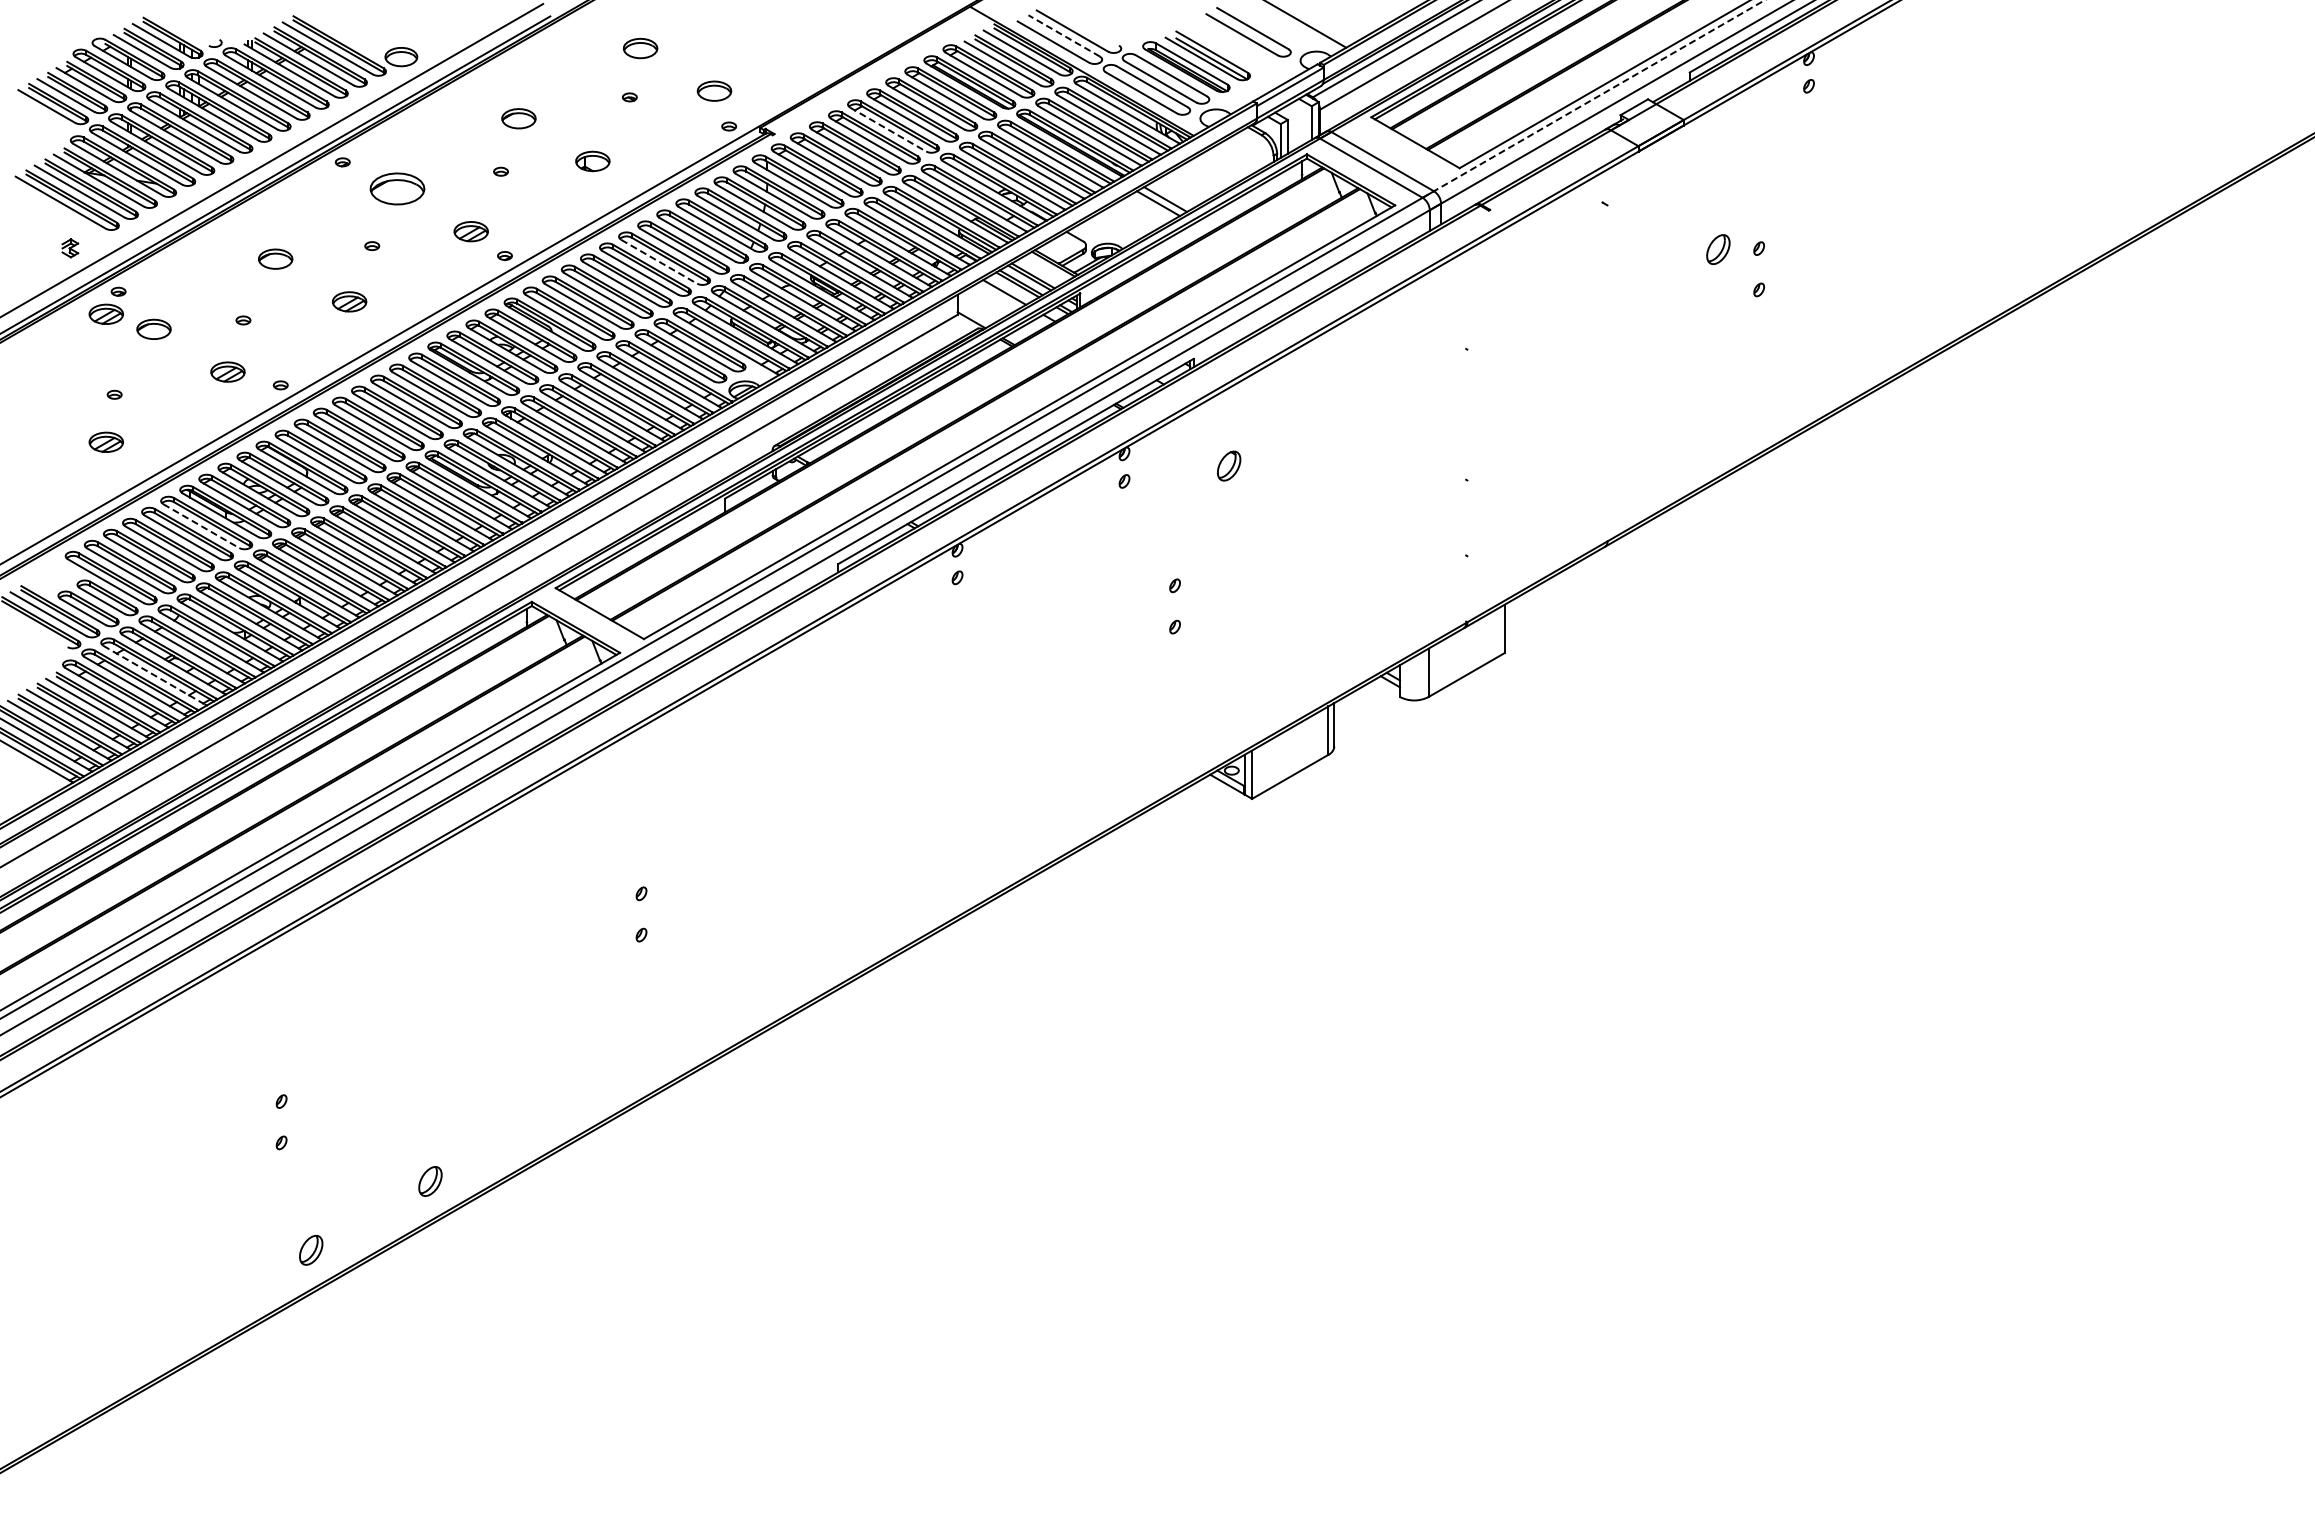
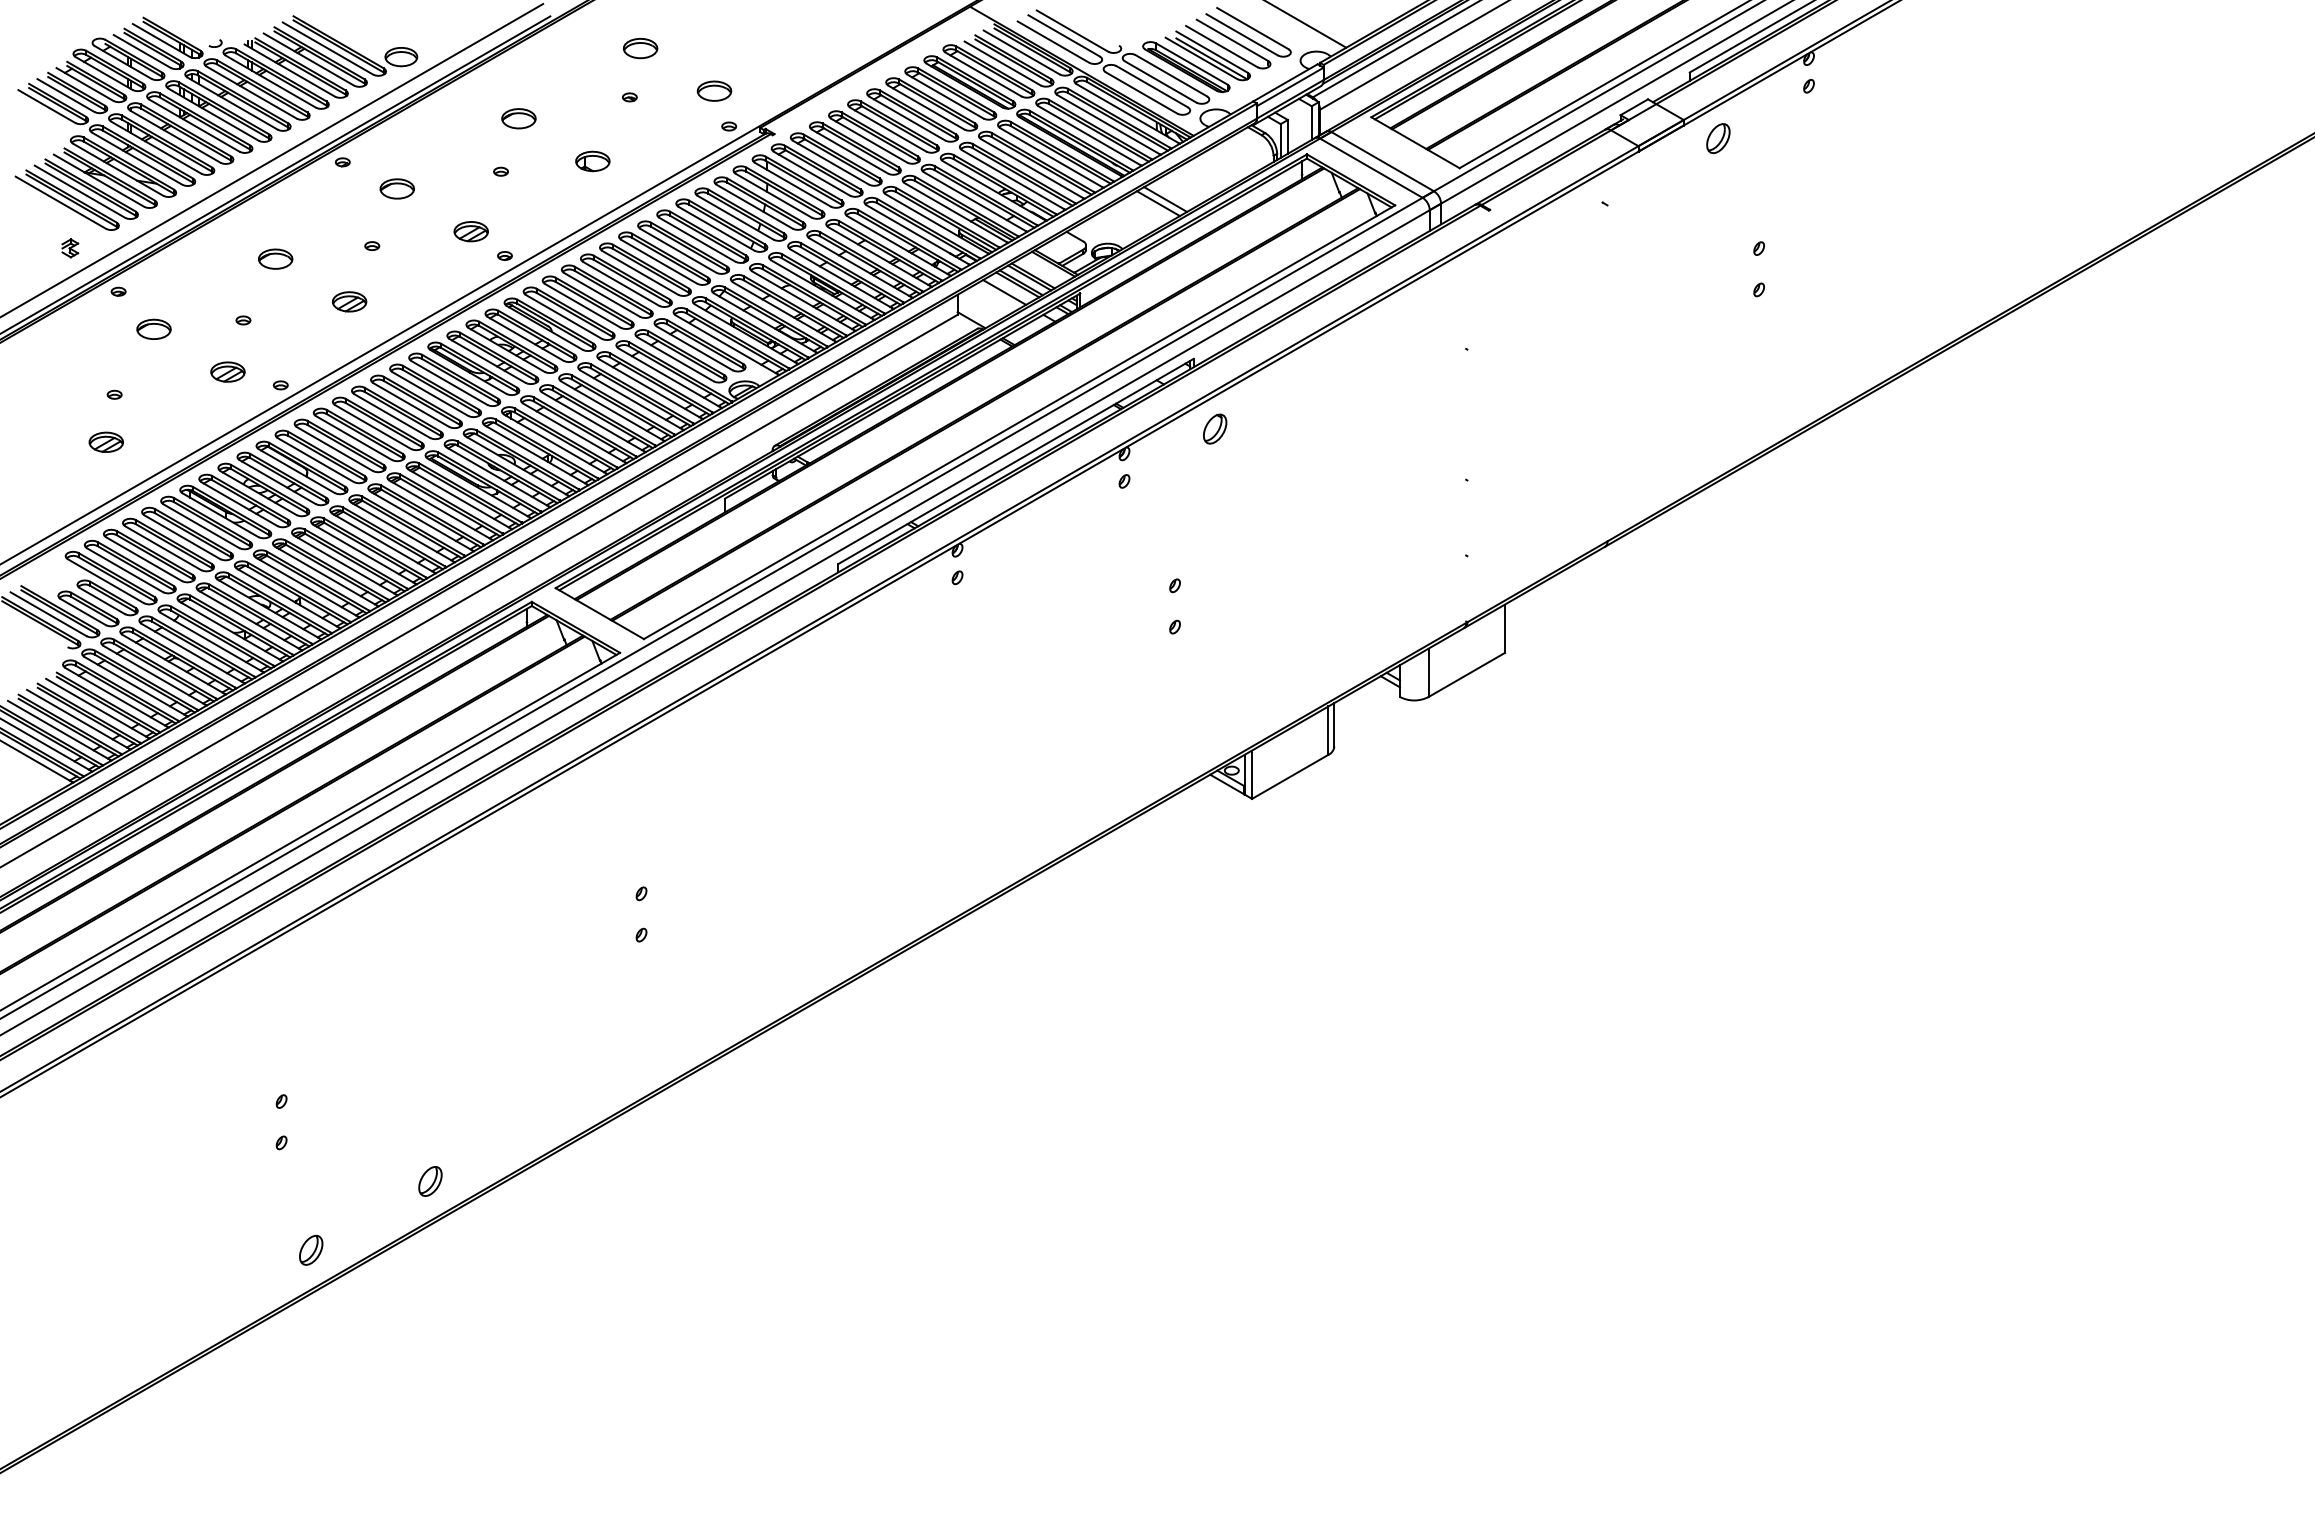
line at (1063, 35): dashed -> solid
part at (1228, 43): none -> present
line at (1594, 98): dashed -> solid
line at (888, 129): dashed -> solid
part at (397, 188) size: 57x34 px -> 36x22 px
part at (1718, 249) position: (1718, 249) -> (1718, 138)
line at (659, 261): dashed -> solid
part at (105, 313): present -> none
part at (1229, 465) position: (1229, 465) -> (1215, 428)
line at (201, 526): dashed -> solid
line at (154, 675): dashed -> solid
